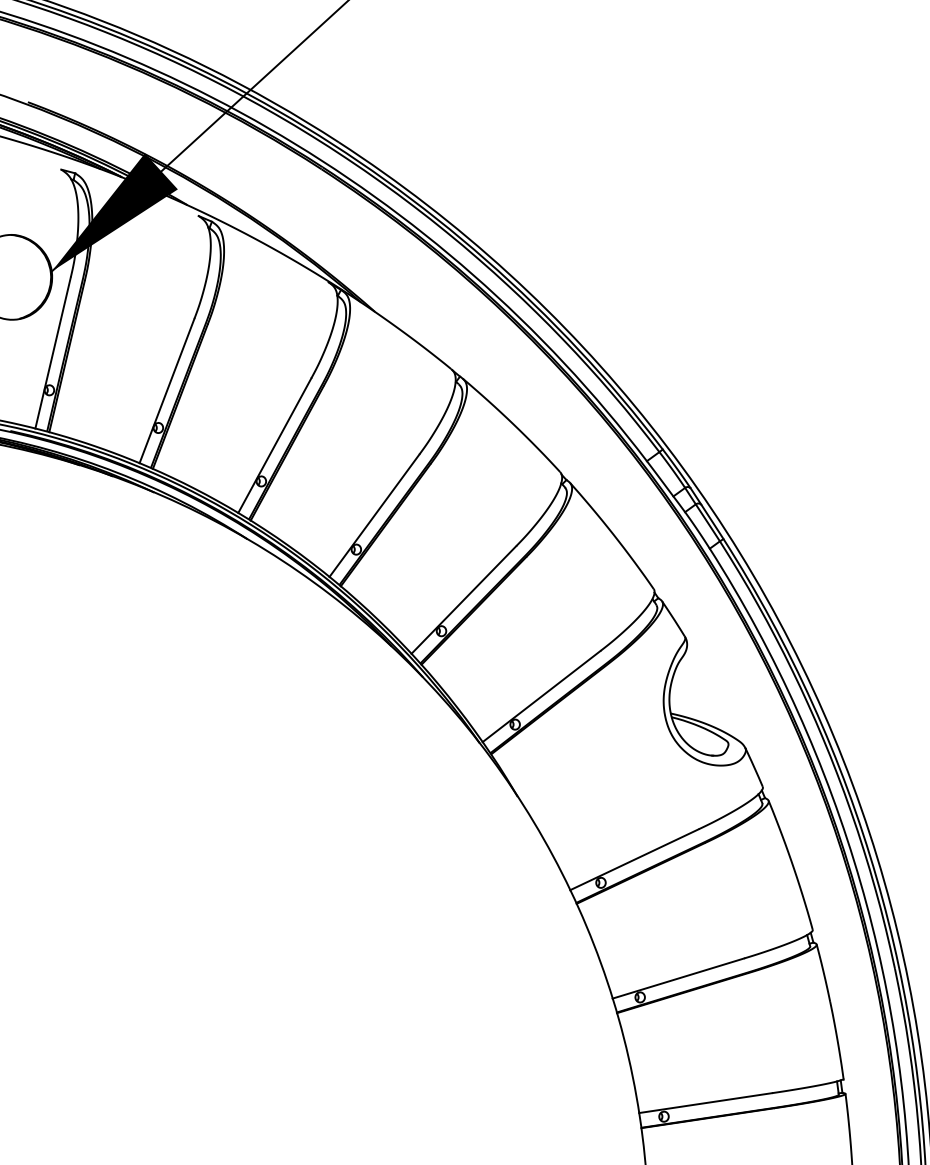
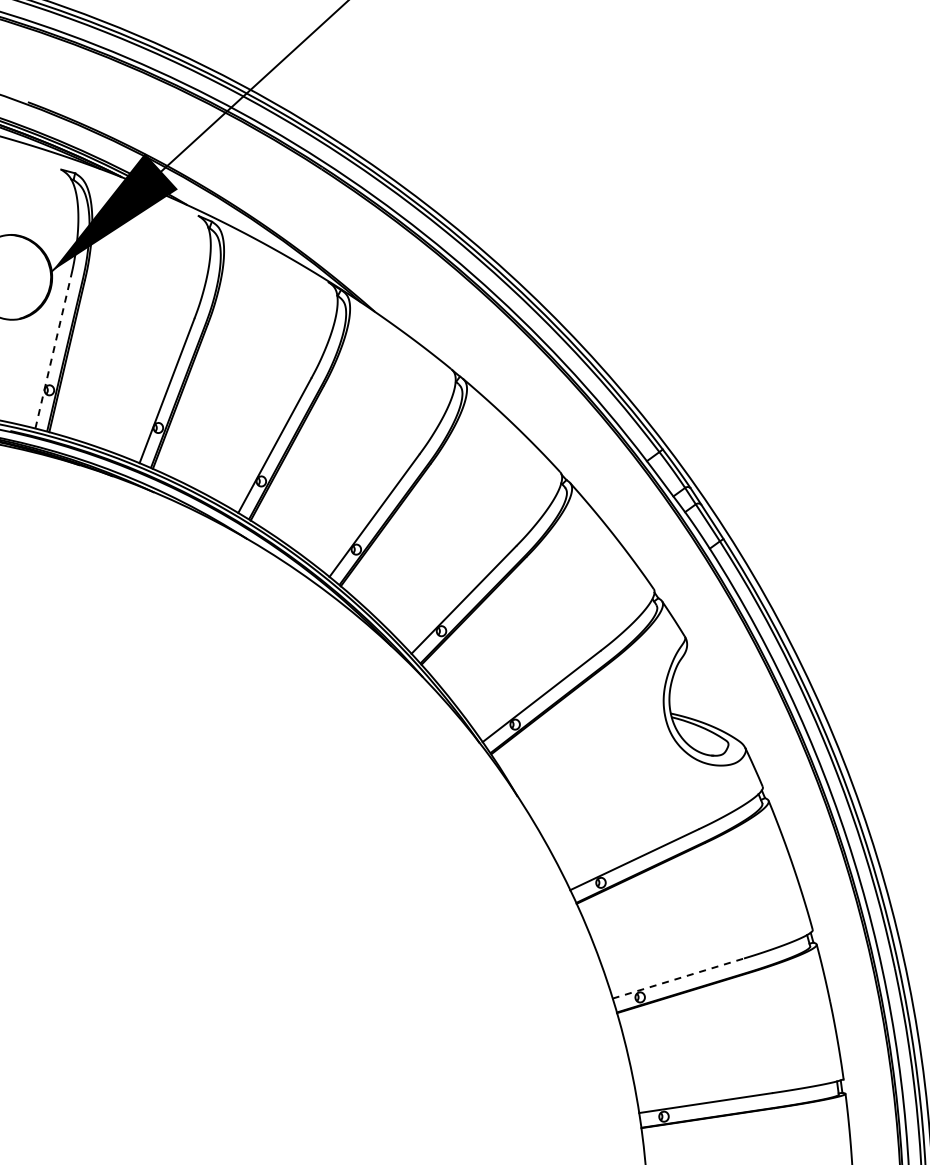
line at (53, 352): solid -> dashed
line at (678, 978): solid -> dashed
